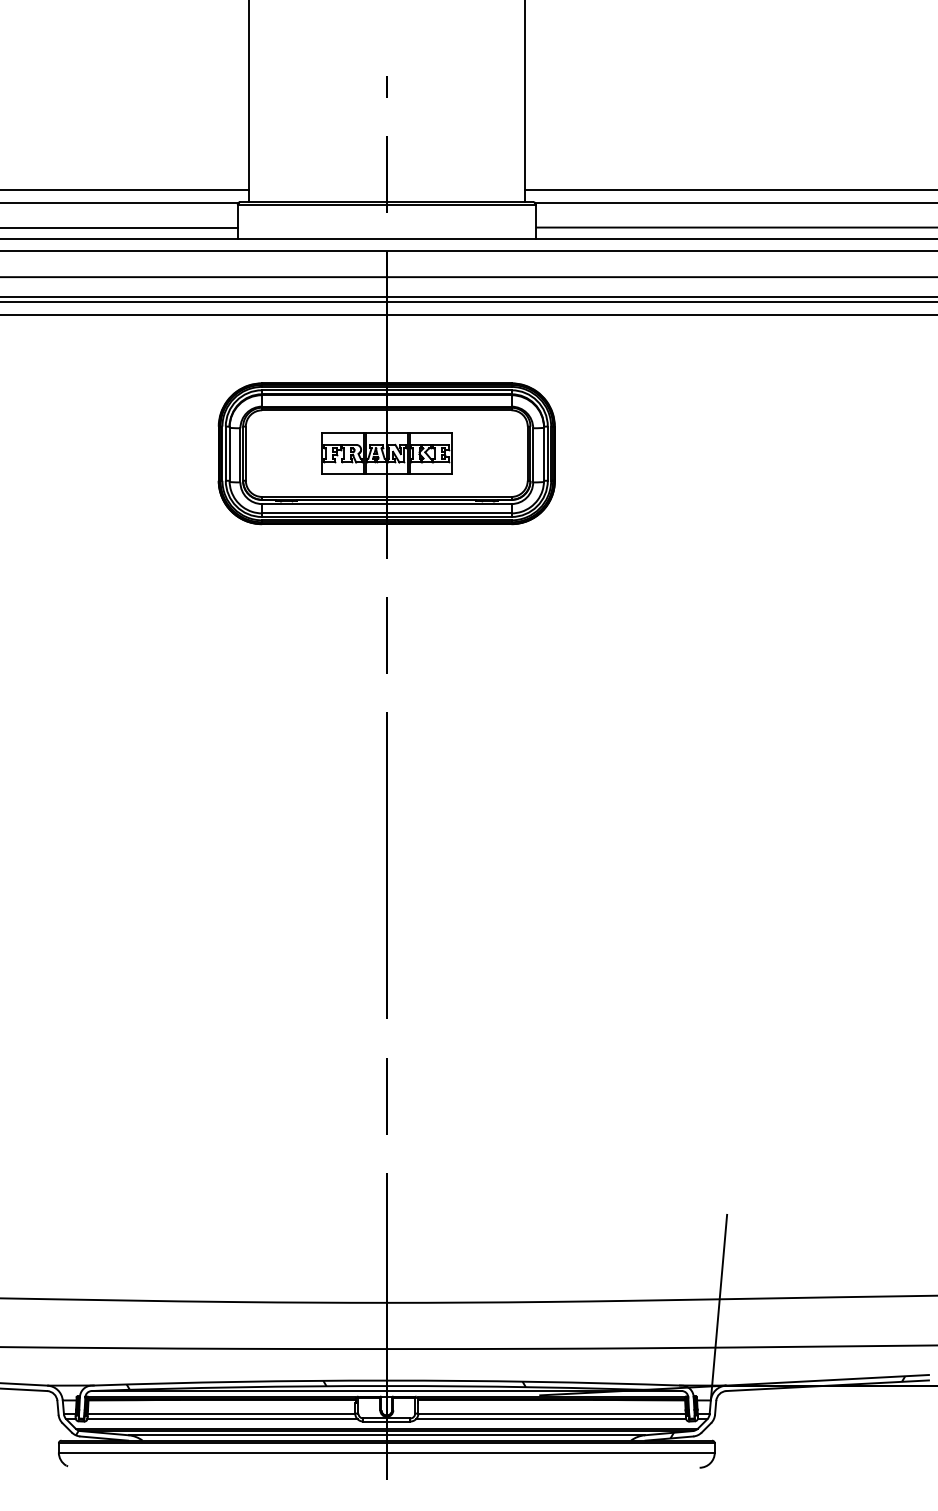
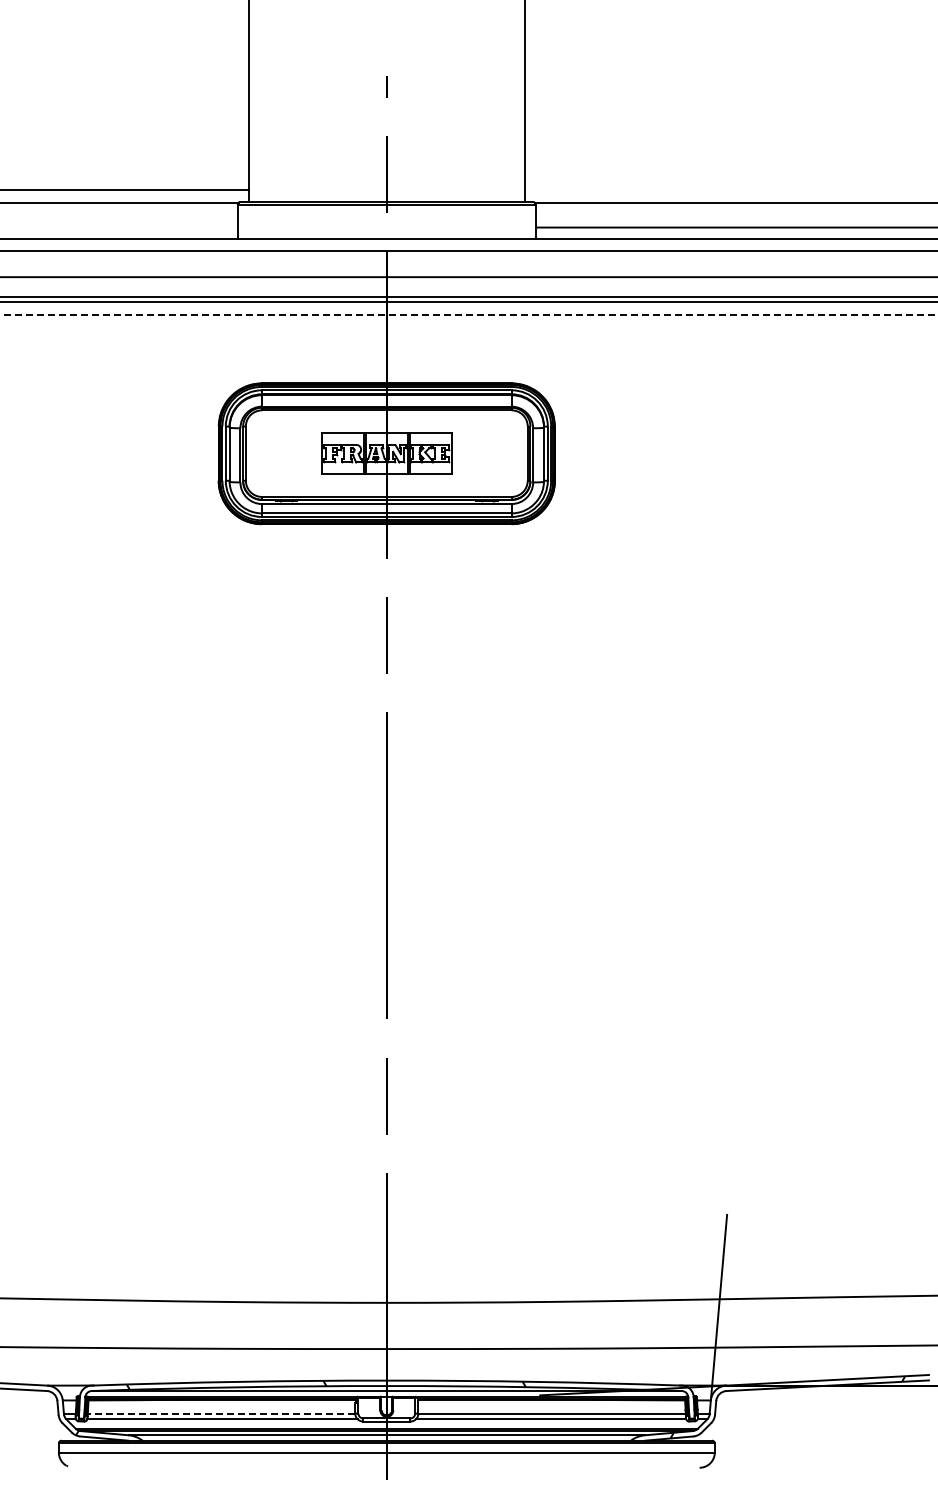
line at (729, 190): present -> none
line at (119, 227): present -> none
line at (469, 314): solid -> dashed
line at (221, 1414): solid -> dashed
